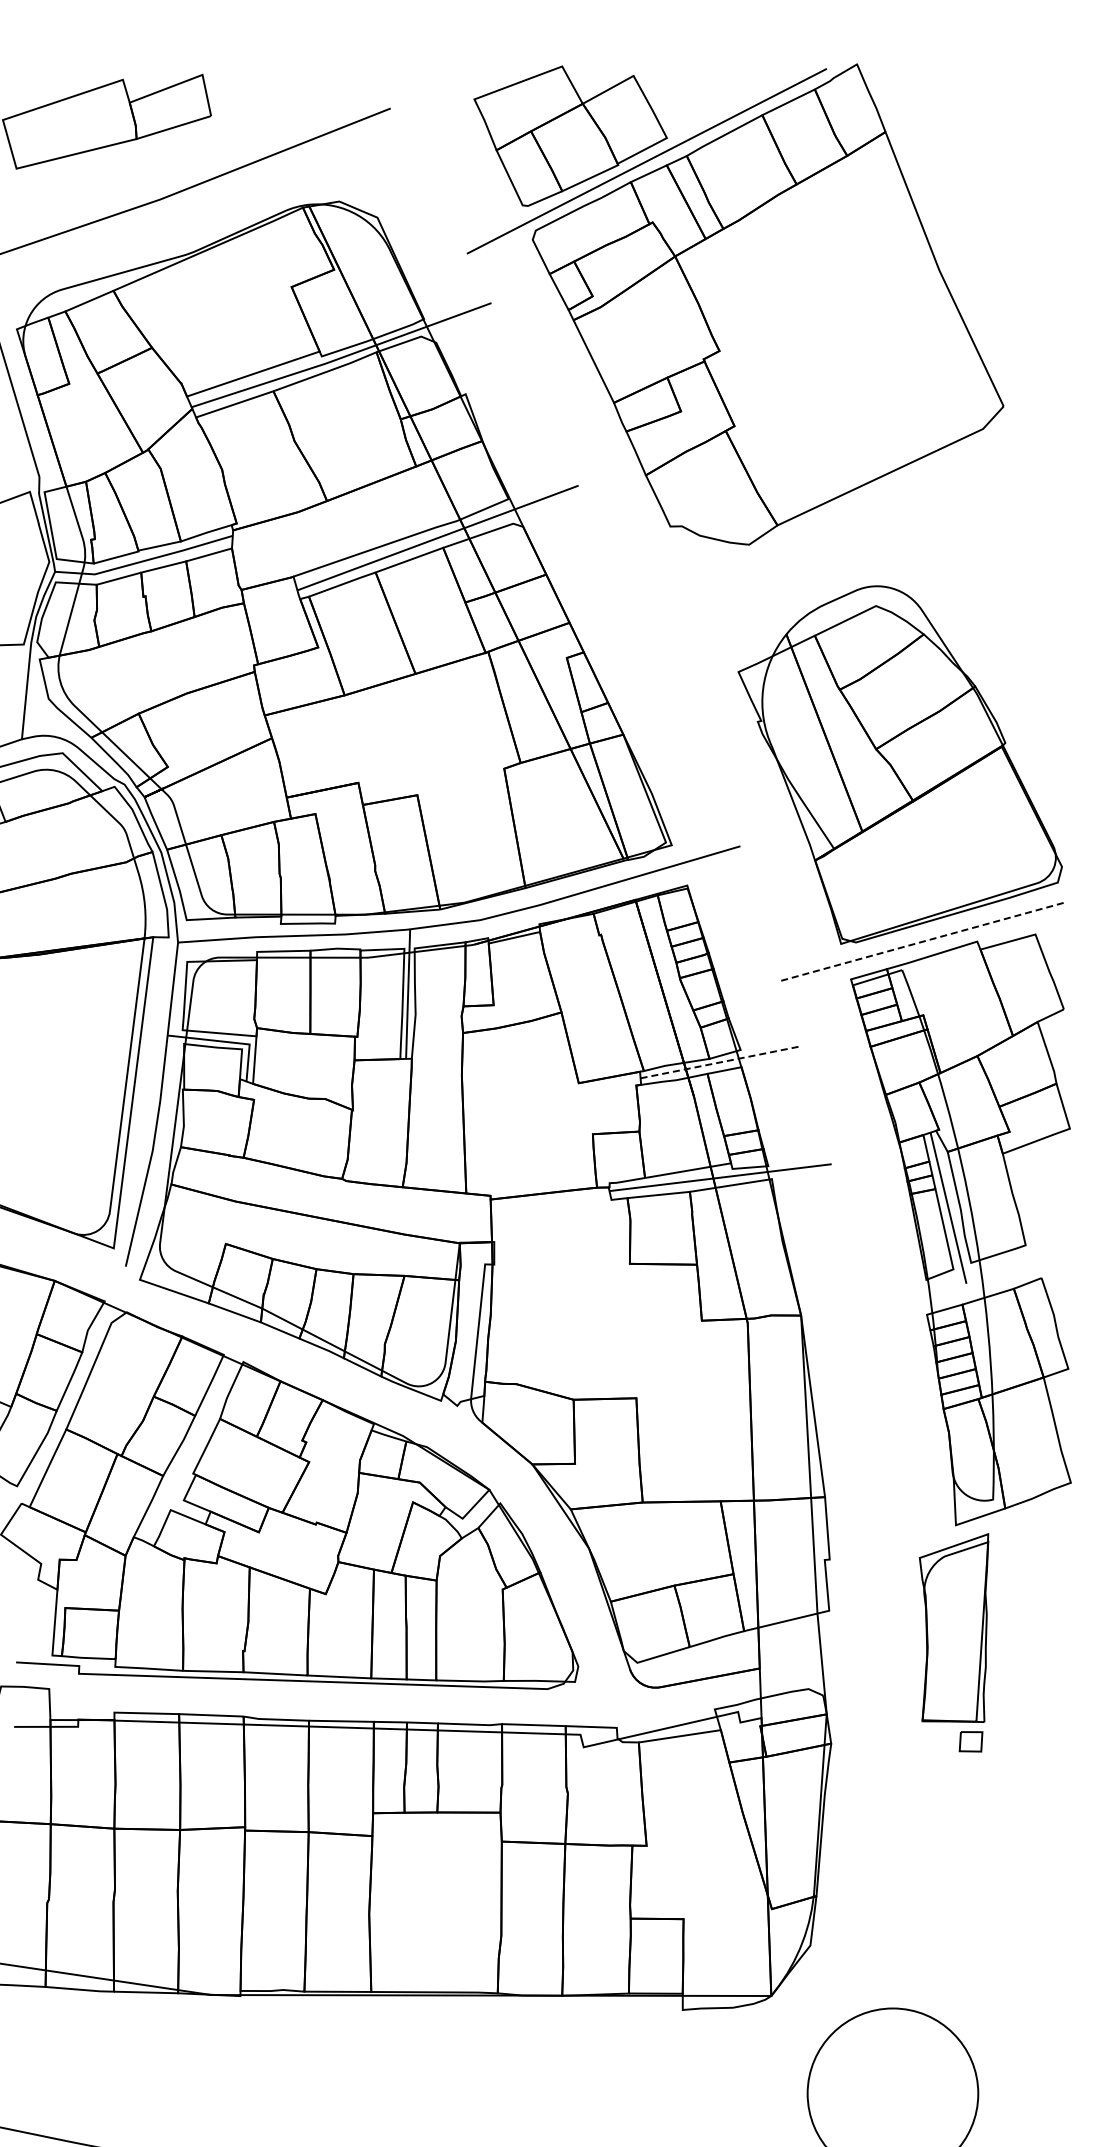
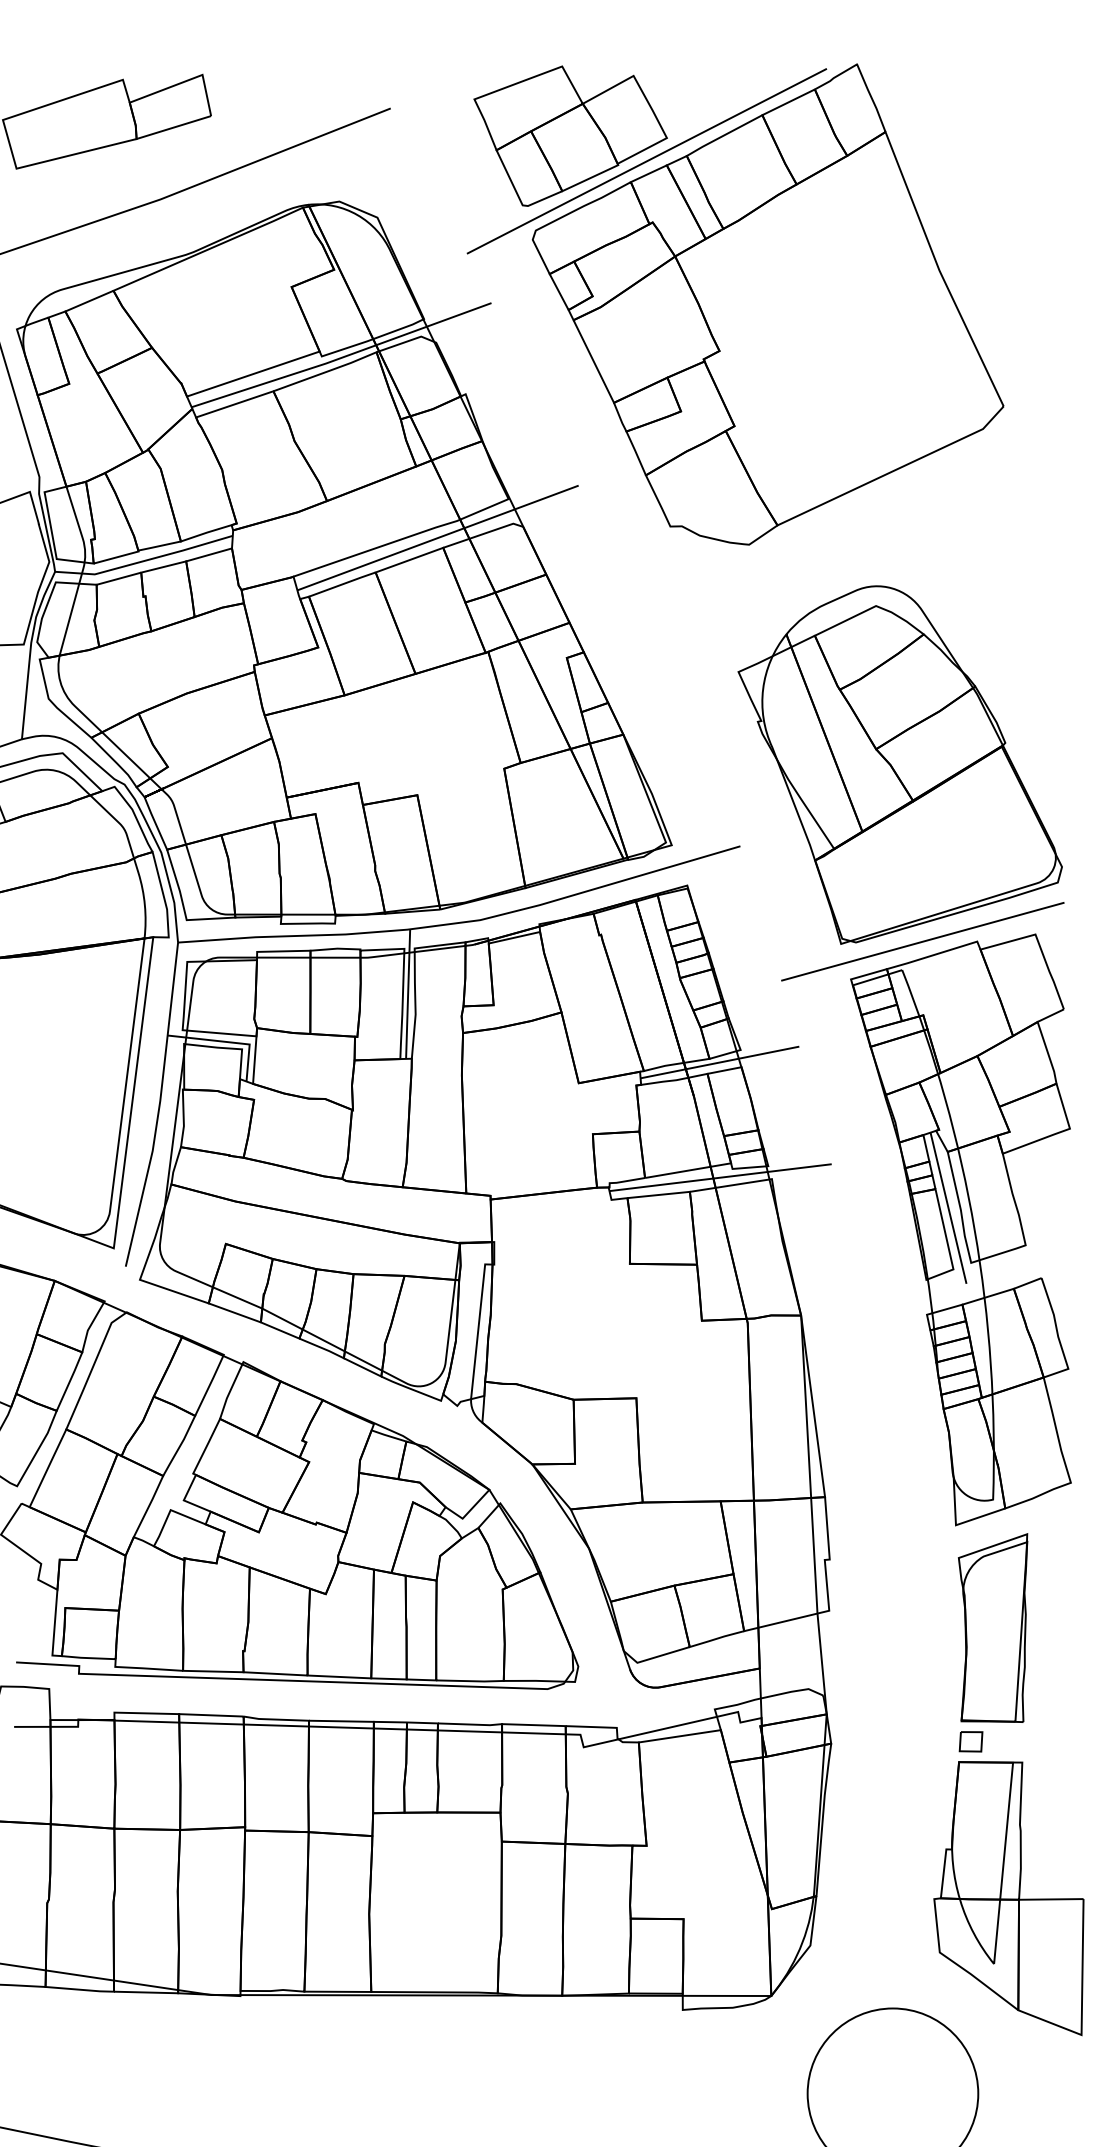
line at (922, 941): dashed -> solid
line at (719, 1062): dashed -> solid
part at (954, 1627) position: (954, 1627) -> (993, 1627)
part at (1008, 1898): none -> present
